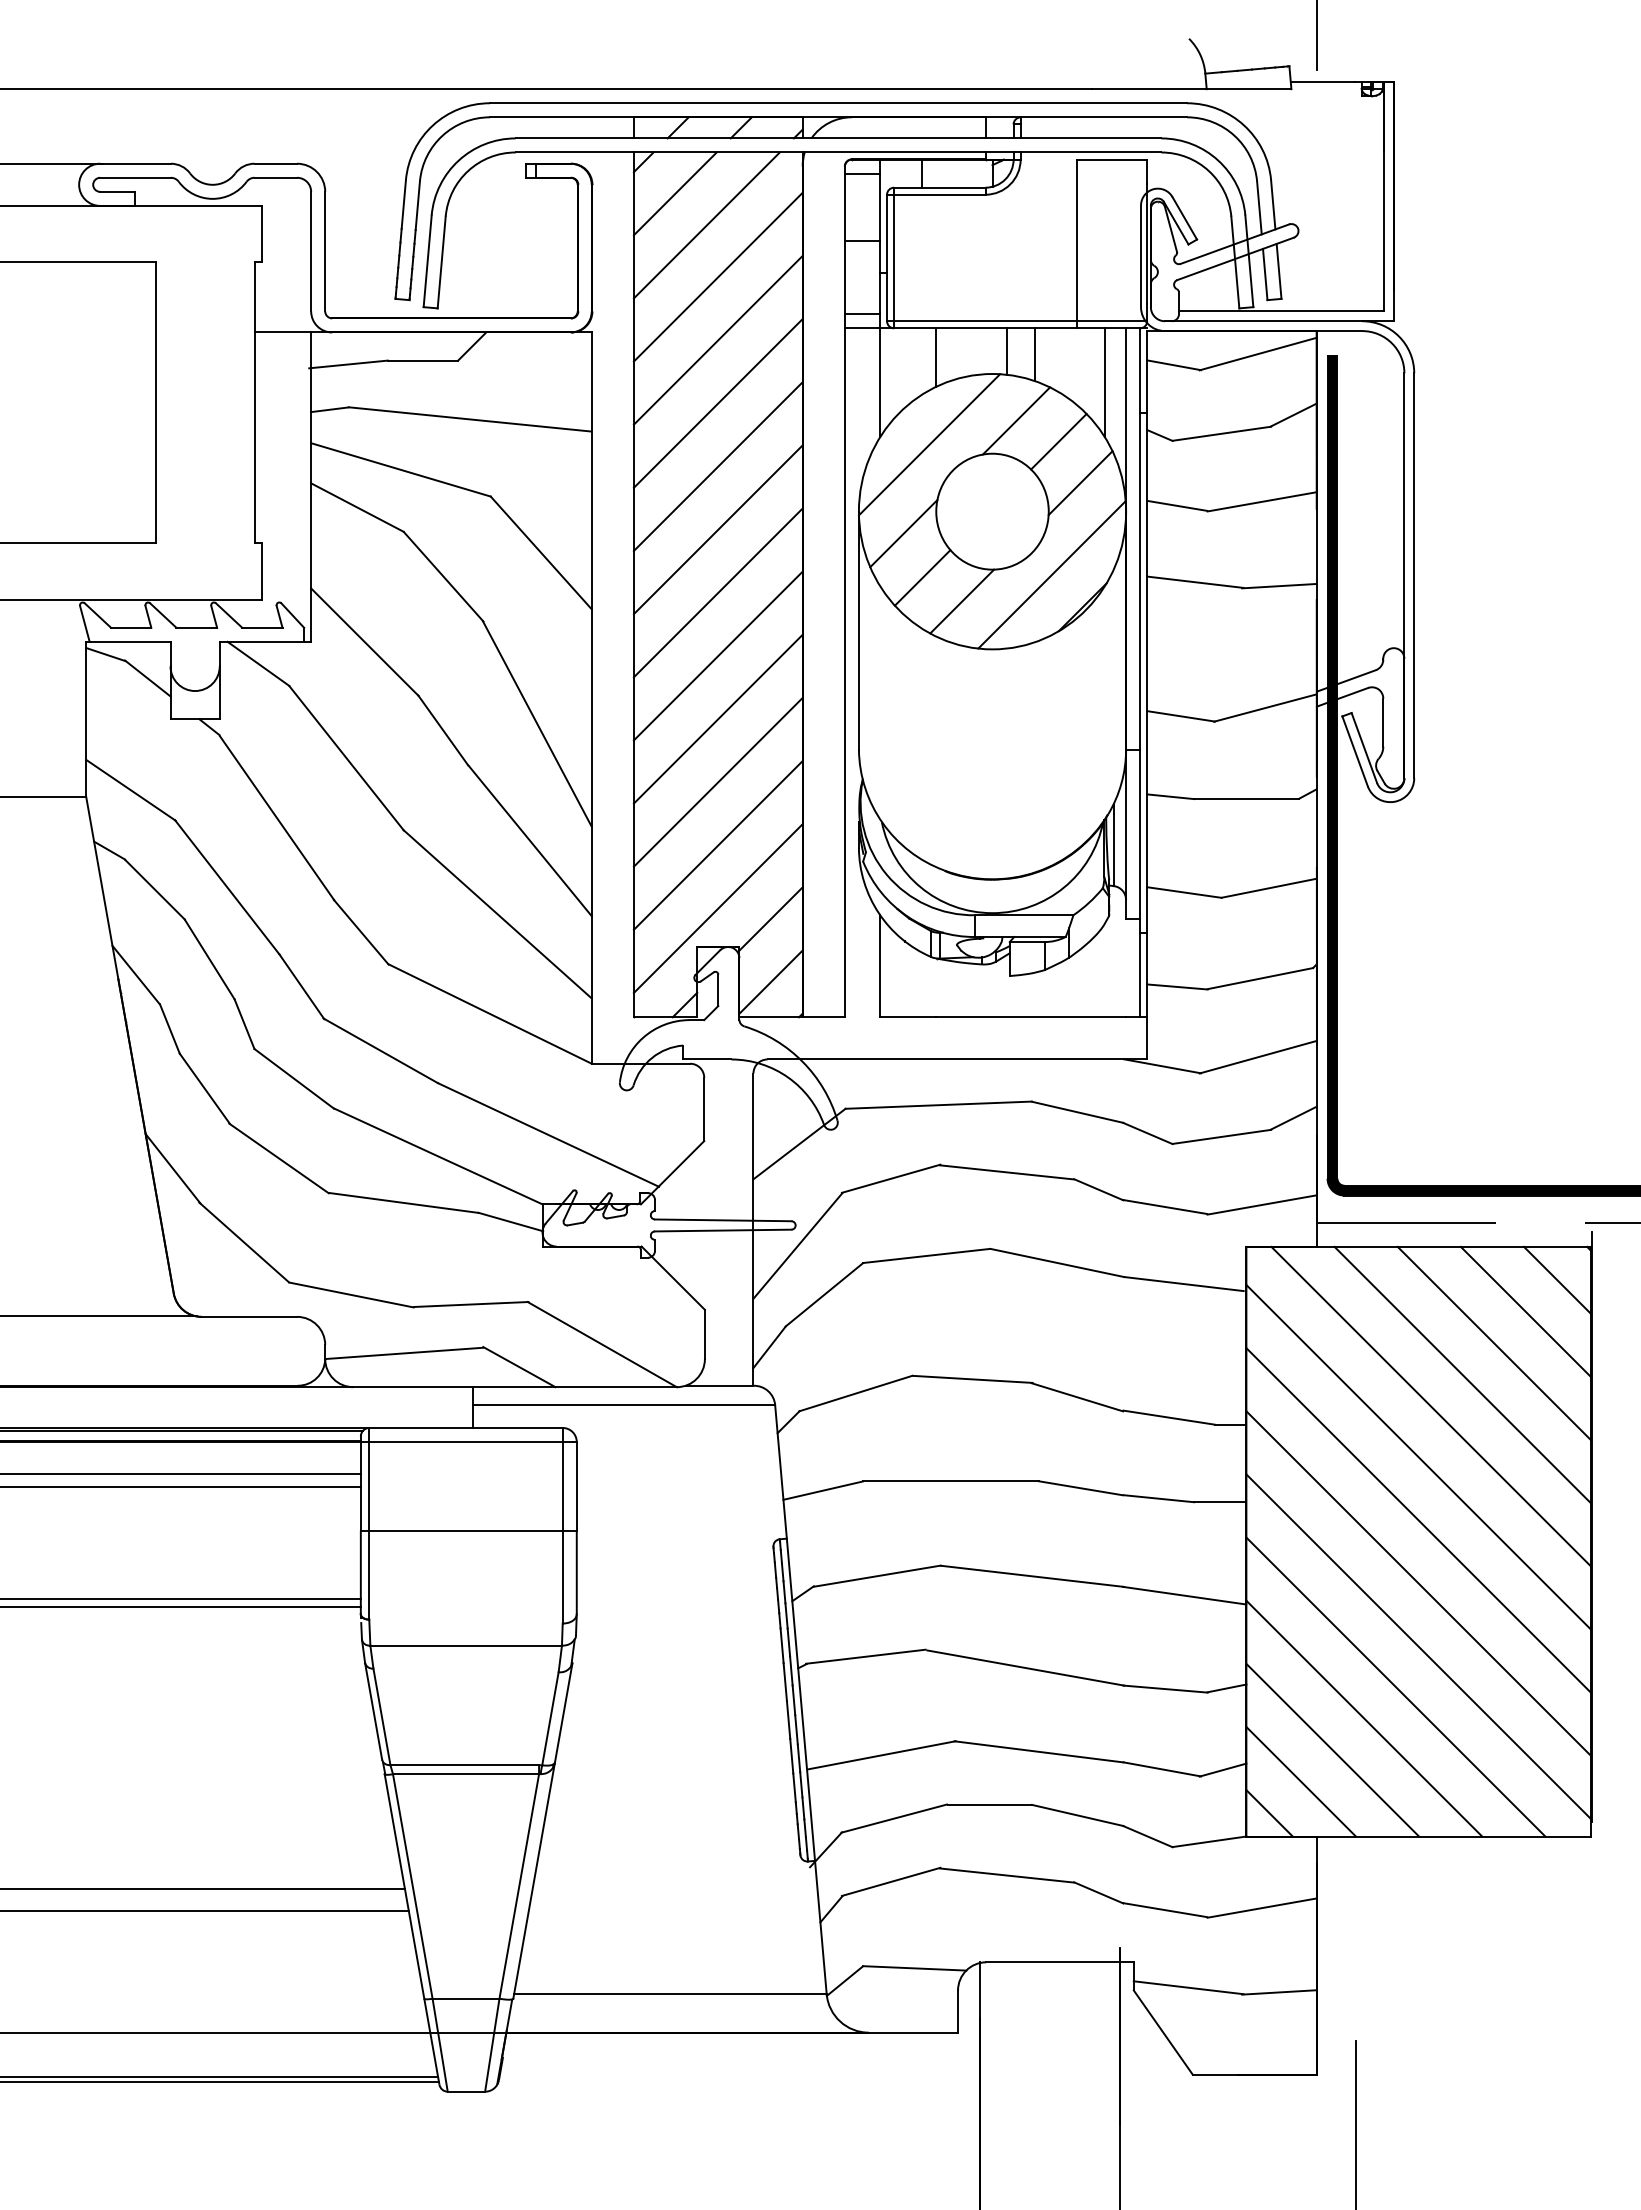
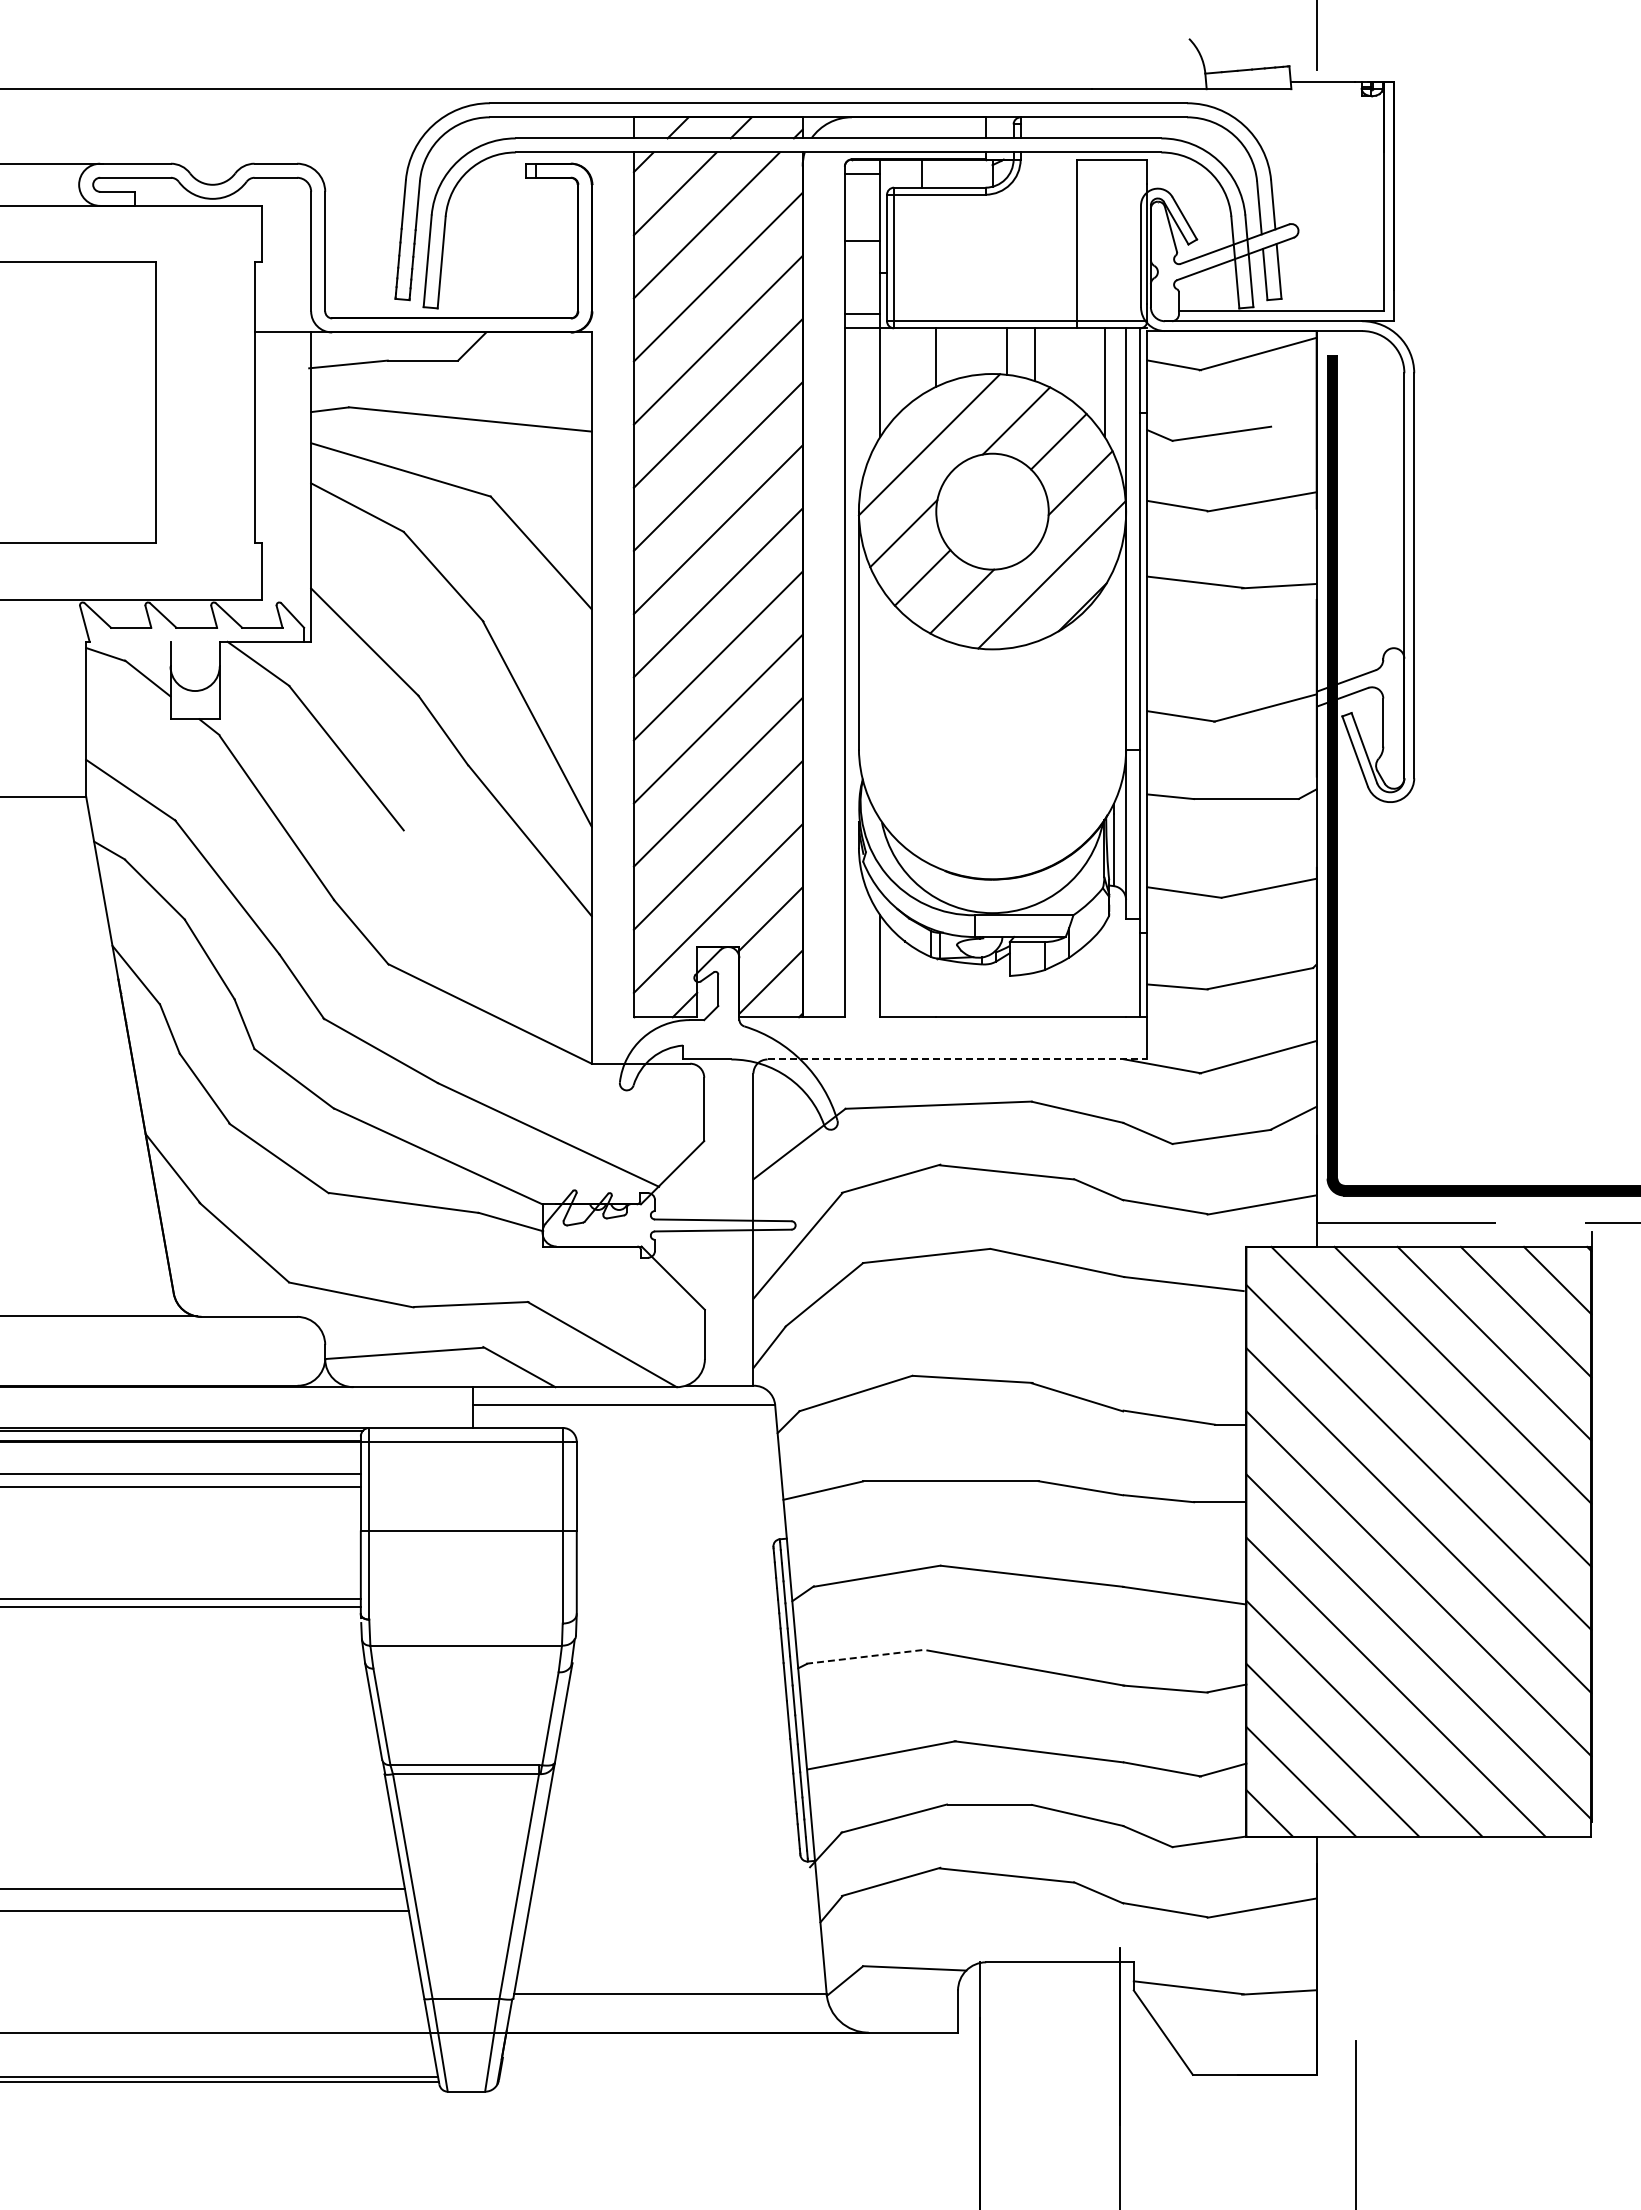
line at (1293, 414): present -> none
line at (129, 641): present -> none
line at (497, 914): present -> none
line at (957, 1059): solid -> dashed
line at (866, 1656): solid -> dashed
